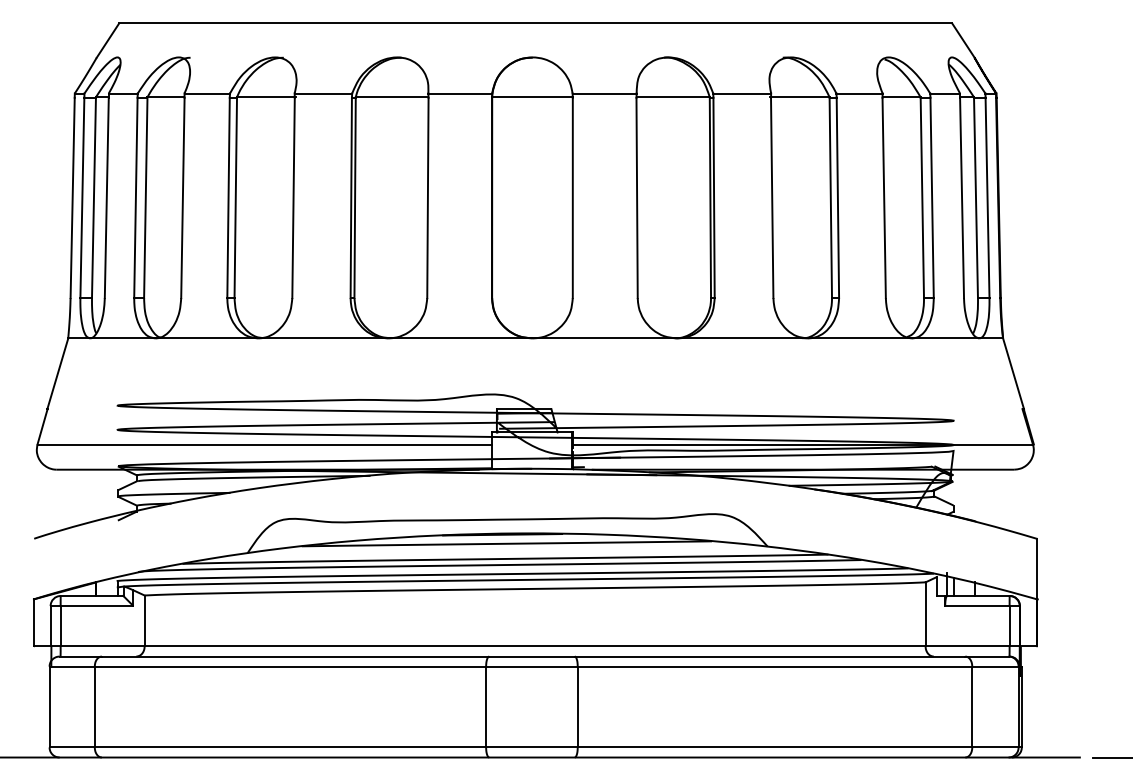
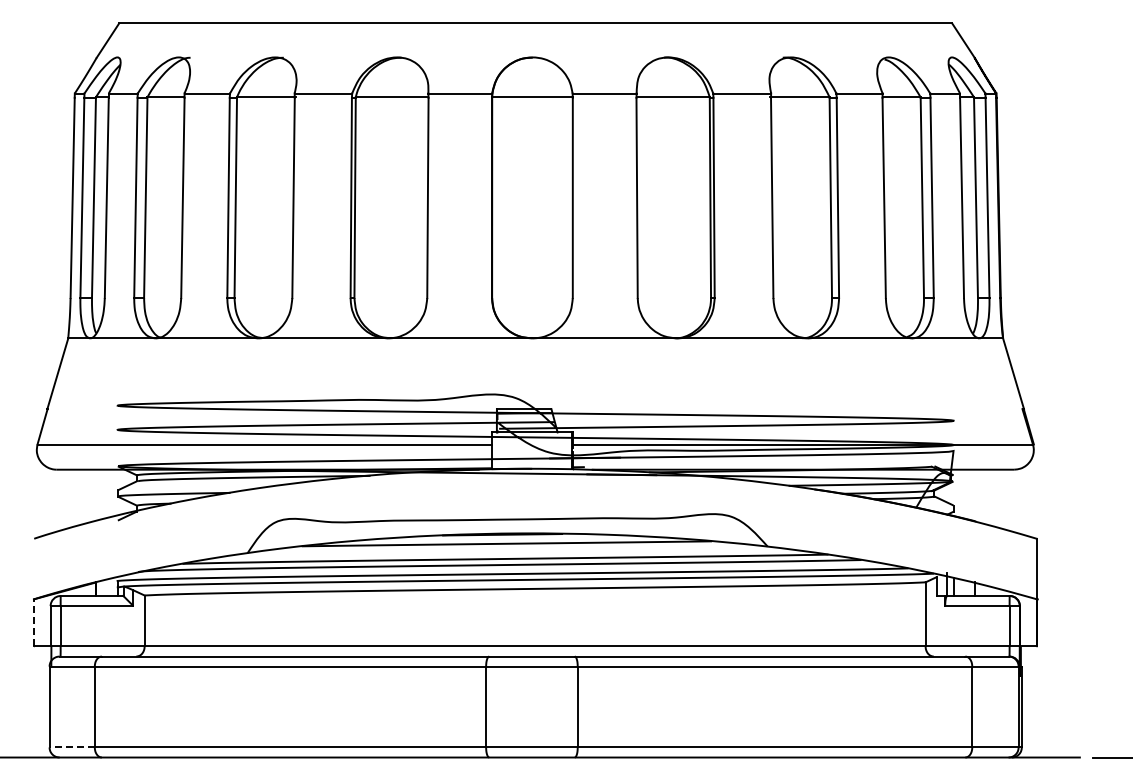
line at (34, 622): solid -> dashed
line at (72, 747): solid -> dashed
